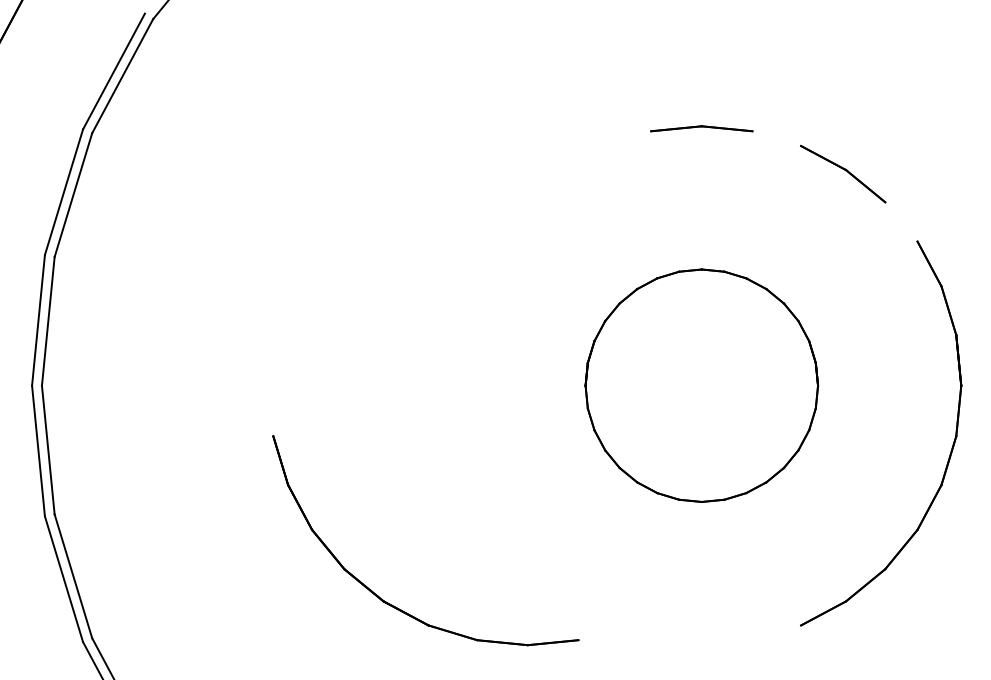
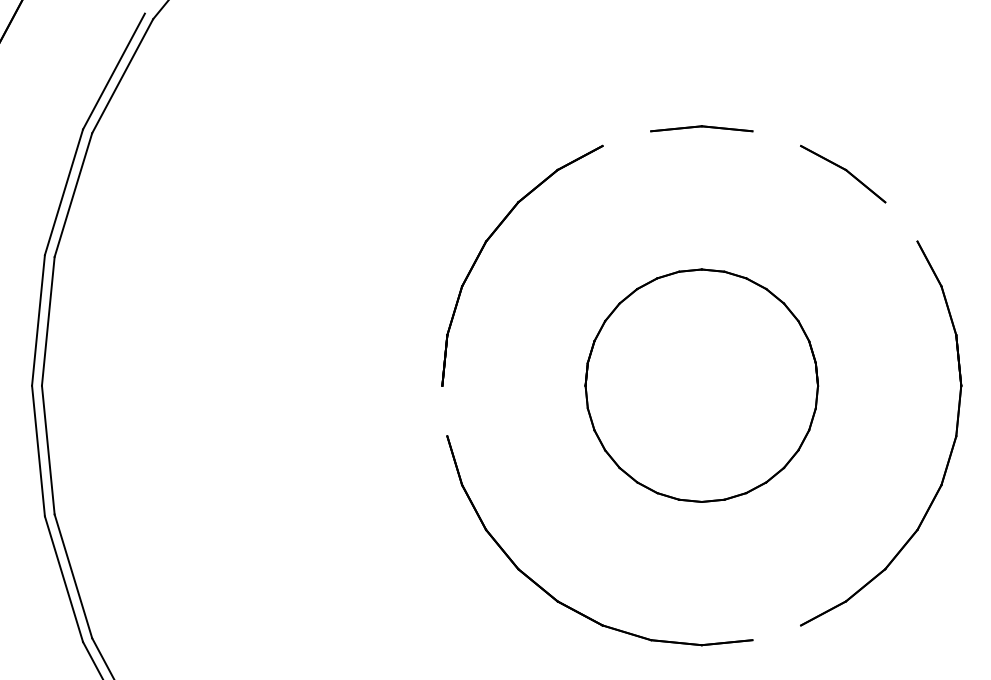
part at (490, 238): none -> present
part at (390, 603) position: (390, 603) -> (564, 603)
